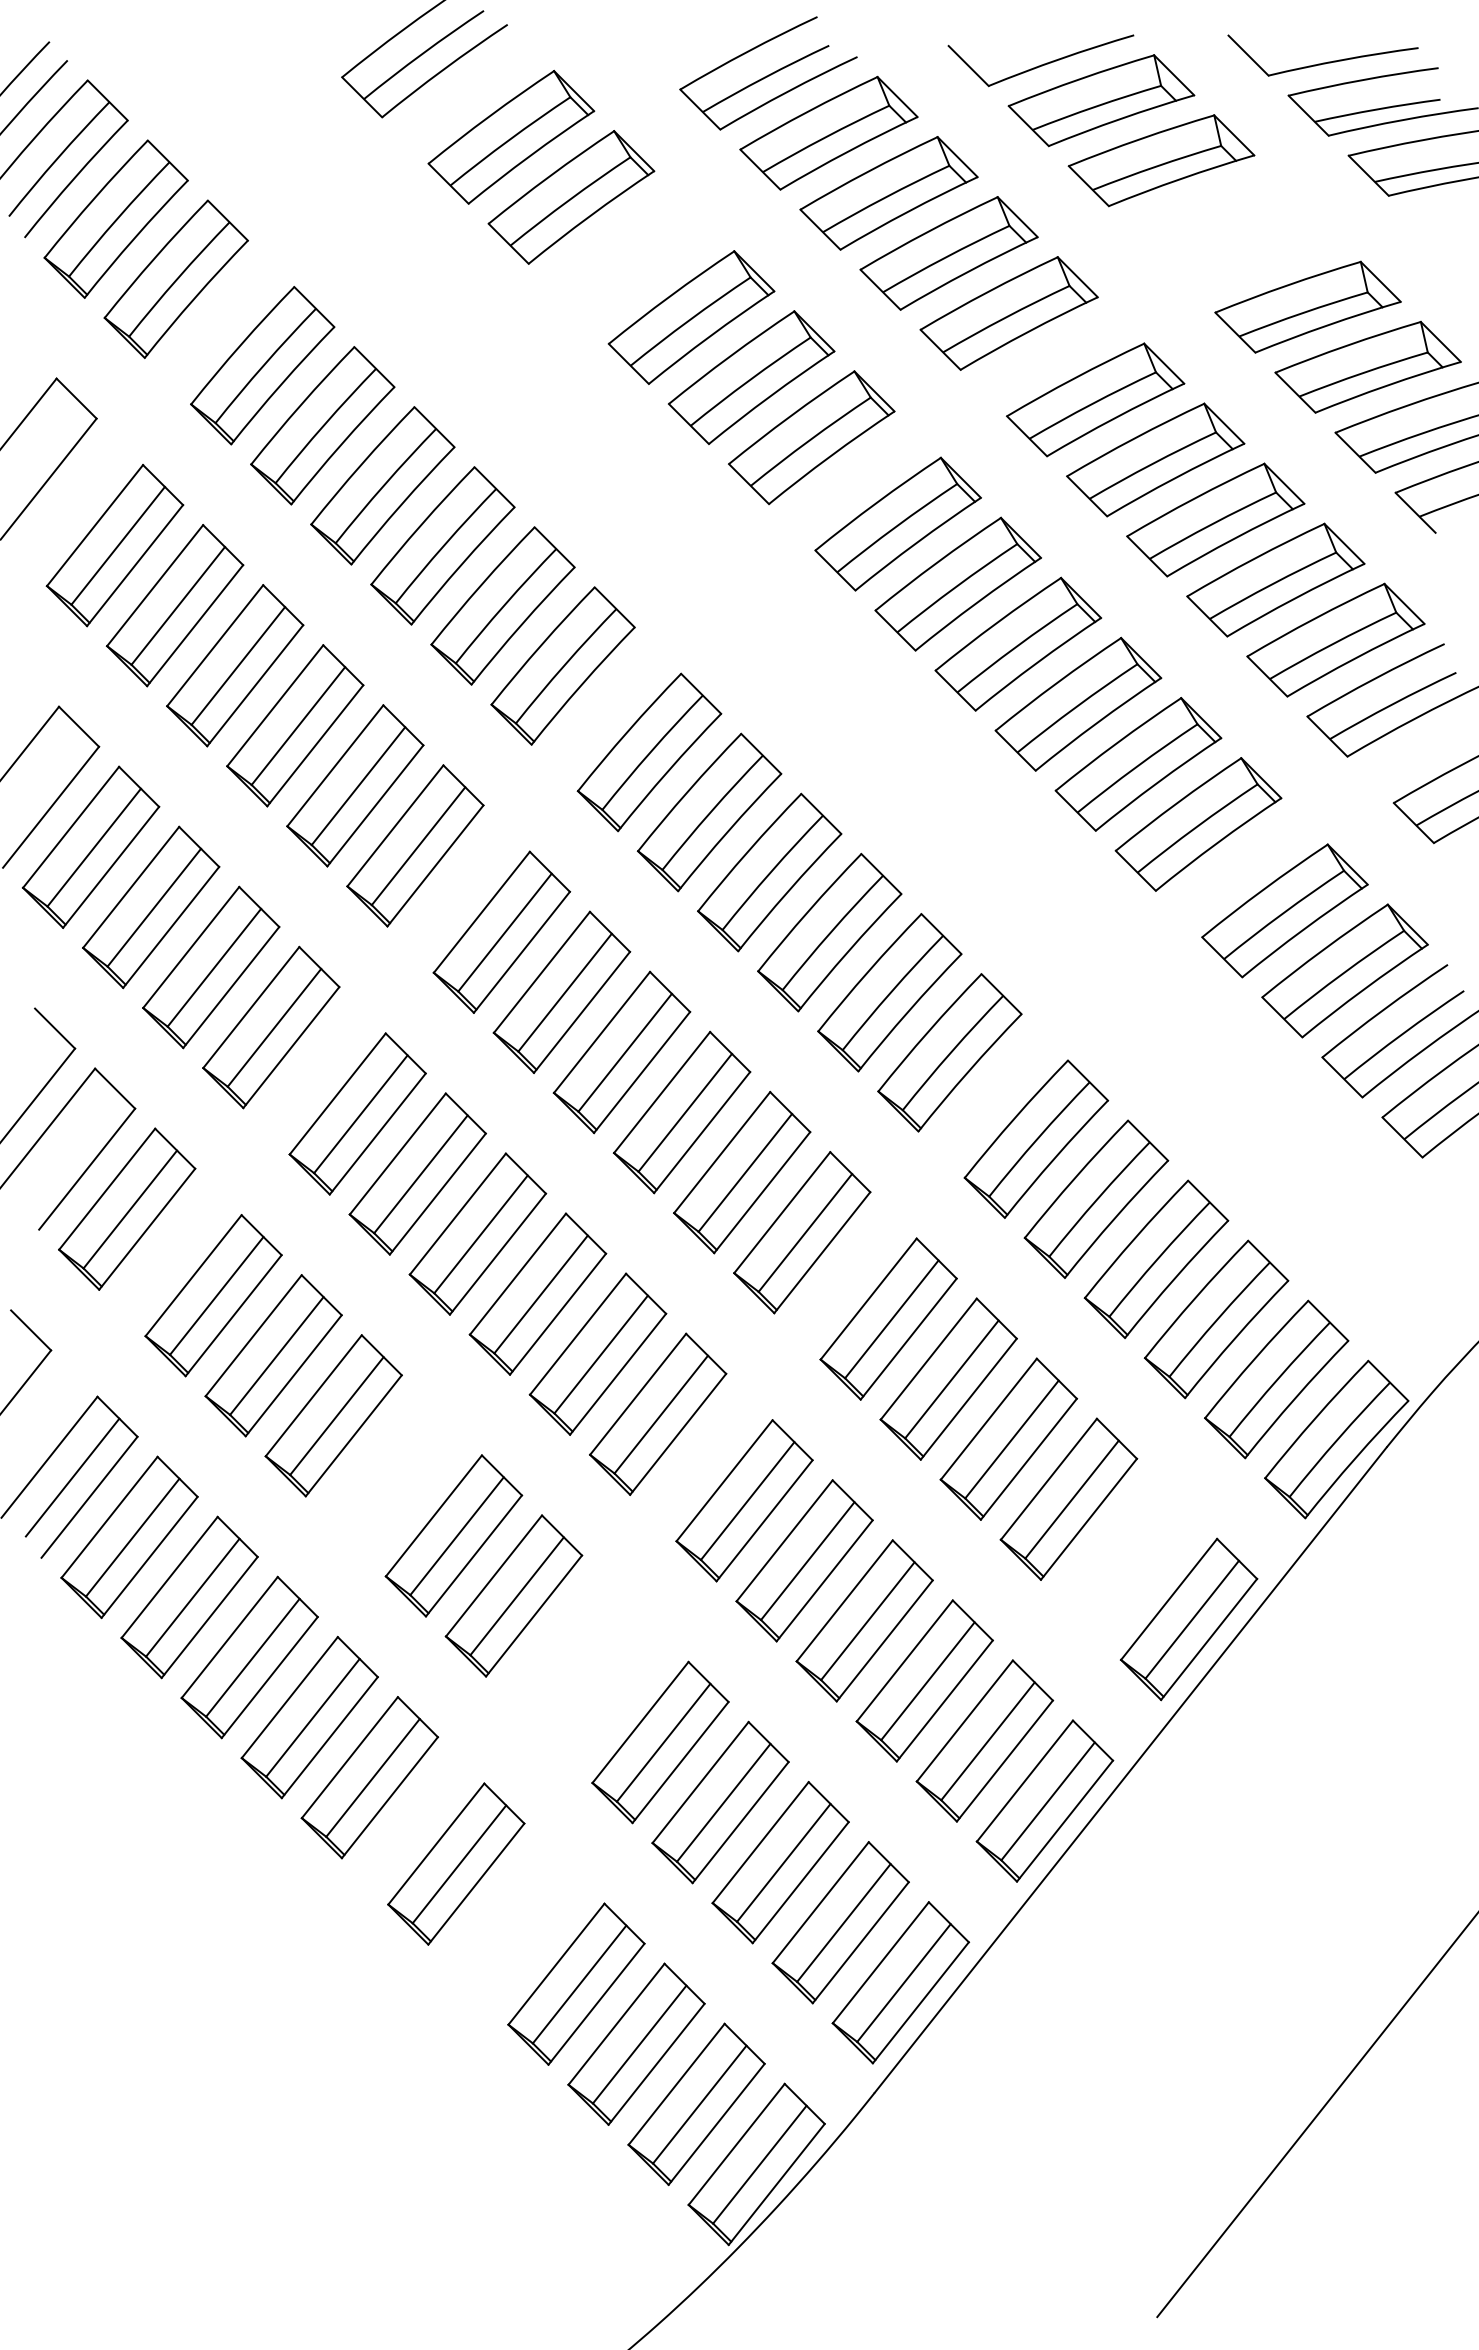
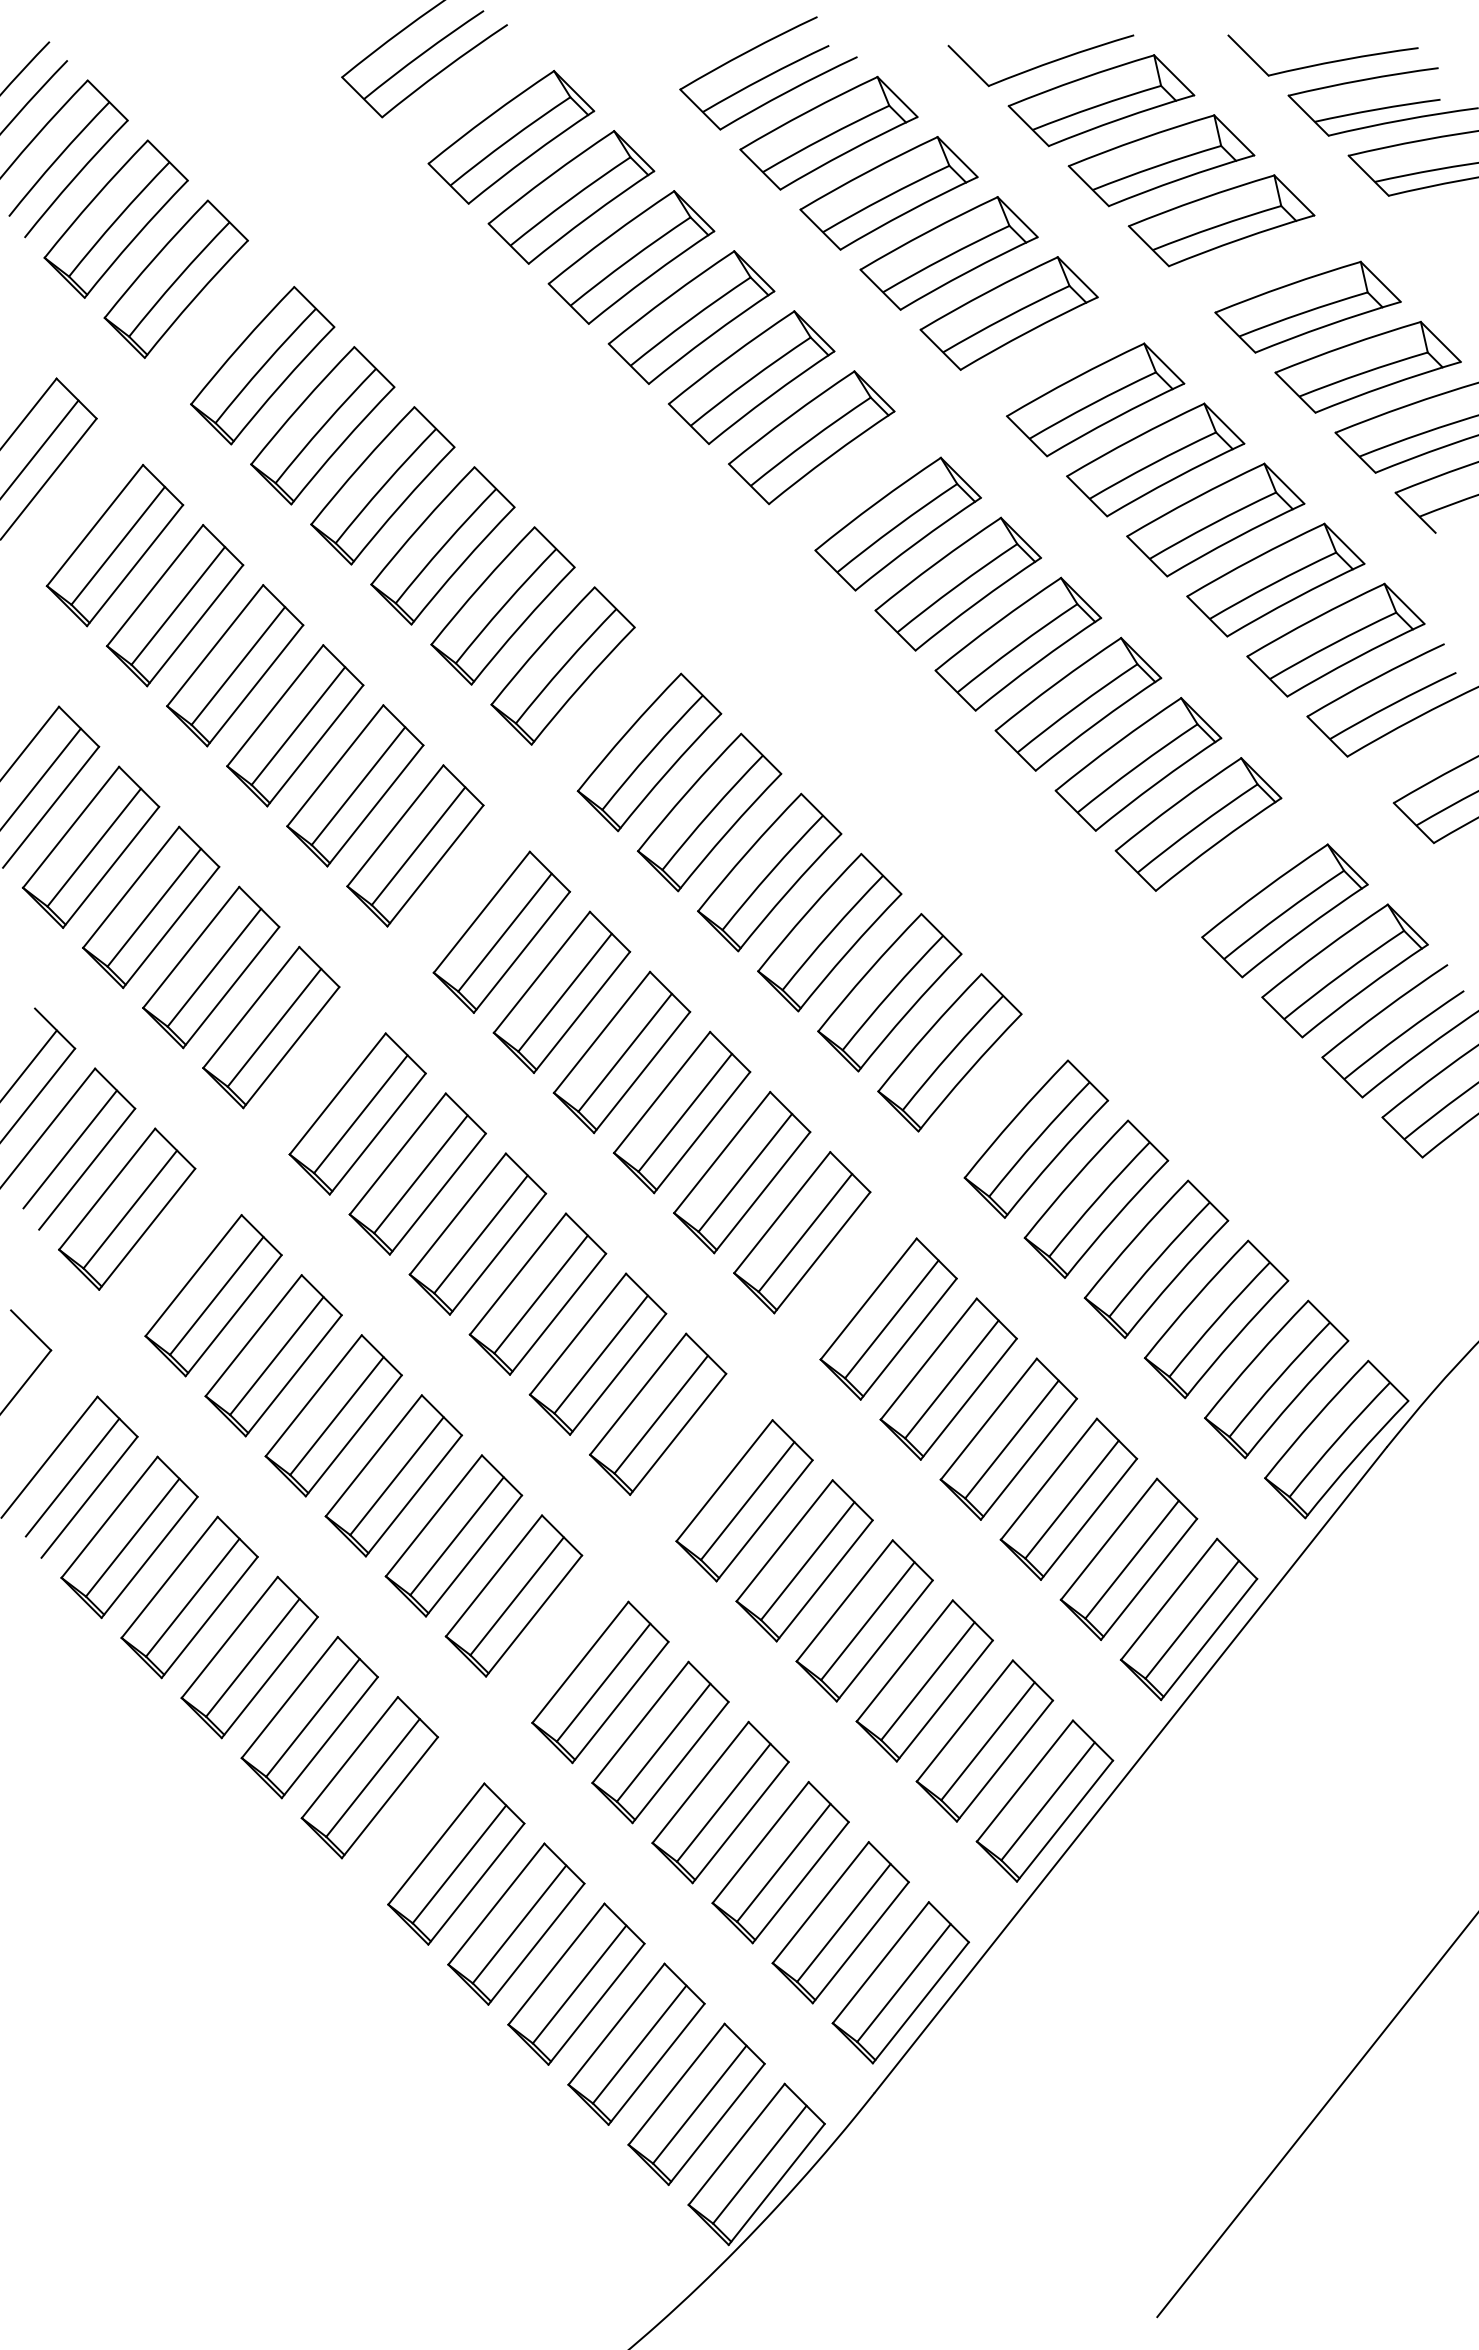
part at (1221, 220): none -> present
part at (631, 257): none -> present
line at (40, 448): none -> present
line at (41, 777): none -> present
line at (29, 1064): none -> present
line at (70, 1149): none -> present
part at (393, 1475): none -> present
part at (1128, 1558): none -> present
part at (600, 1682): none -> present
part at (516, 1923): none -> present
